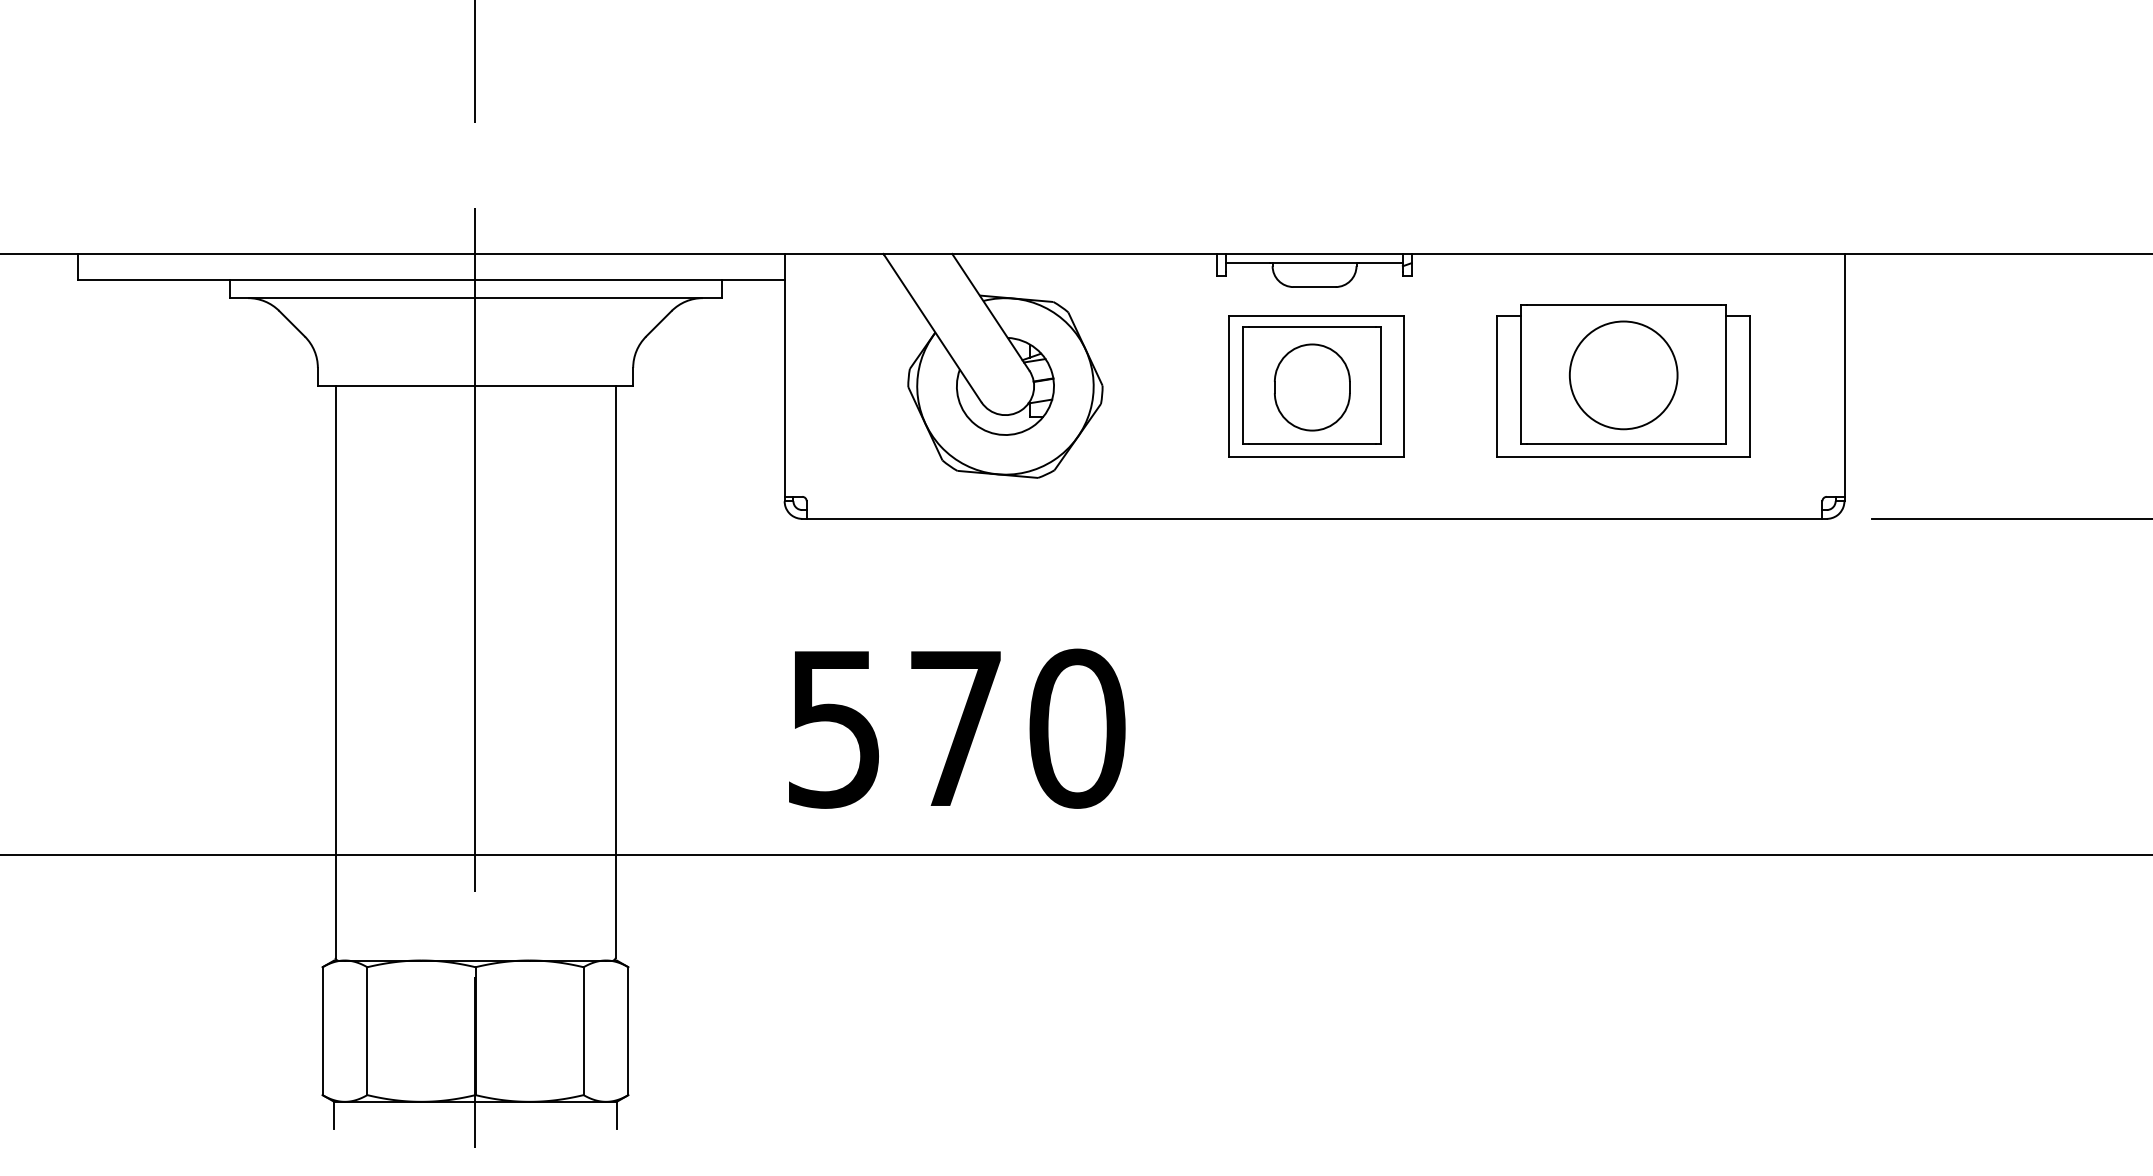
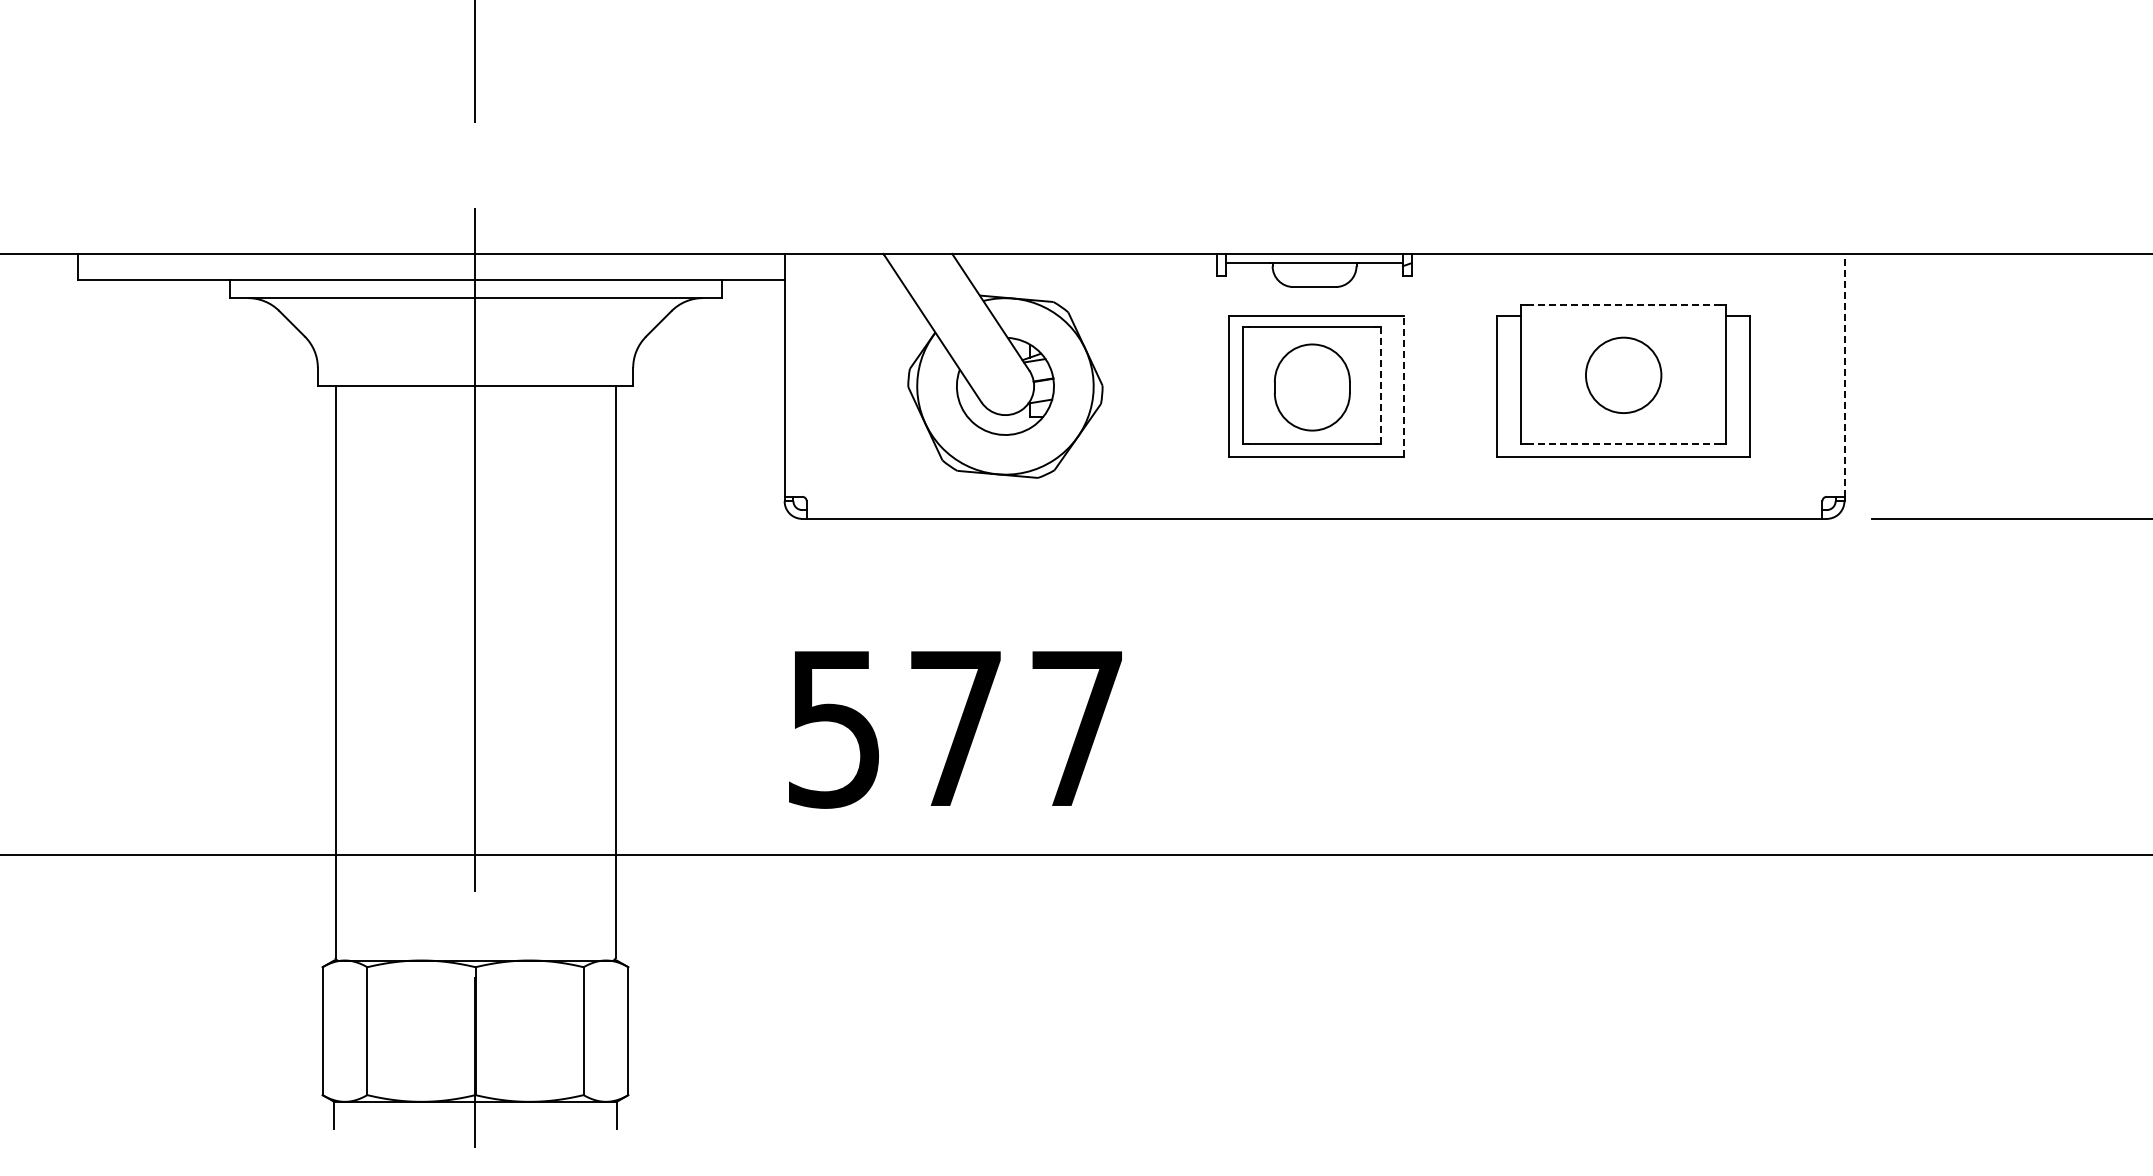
line at (1624, 304): solid -> dashed
line at (1844, 374): solid -> dashed
circle at (1623, 375) diameter: 108 px -> 75 px
line at (1381, 385): solid -> dashed
line at (1404, 386): solid -> dashed
line at (1624, 443): solid -> dashed
text at (1077, 728): 570 -> 577
